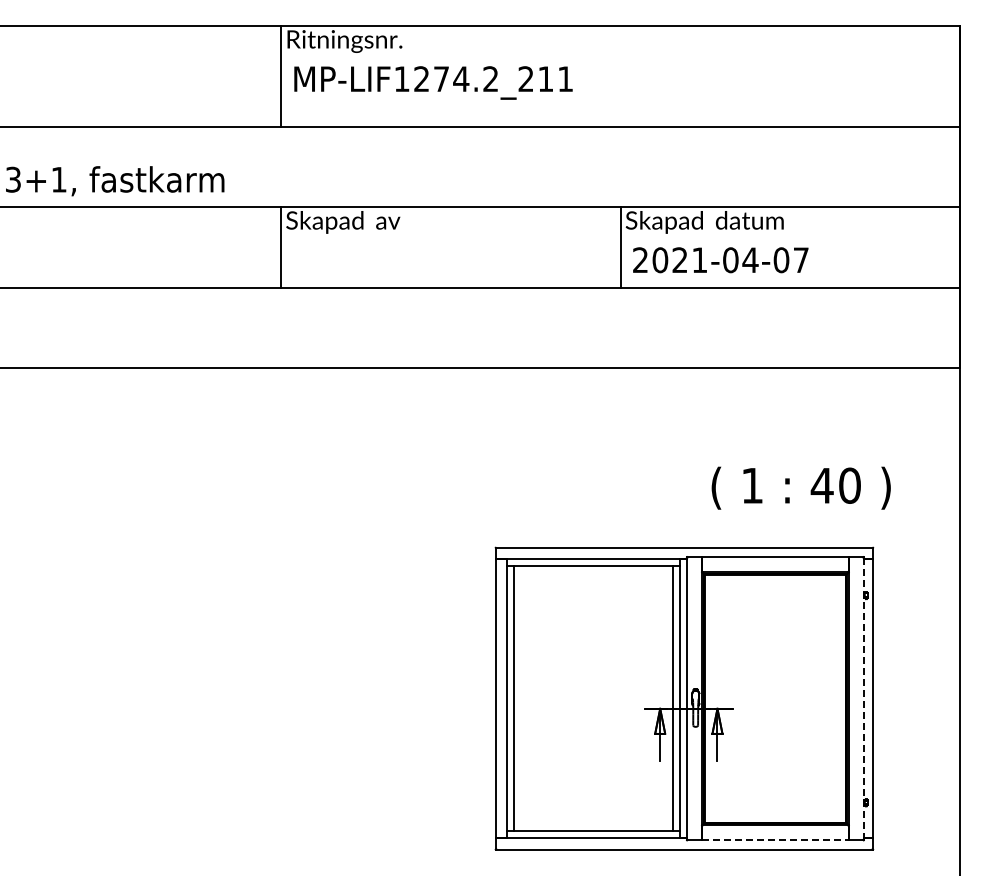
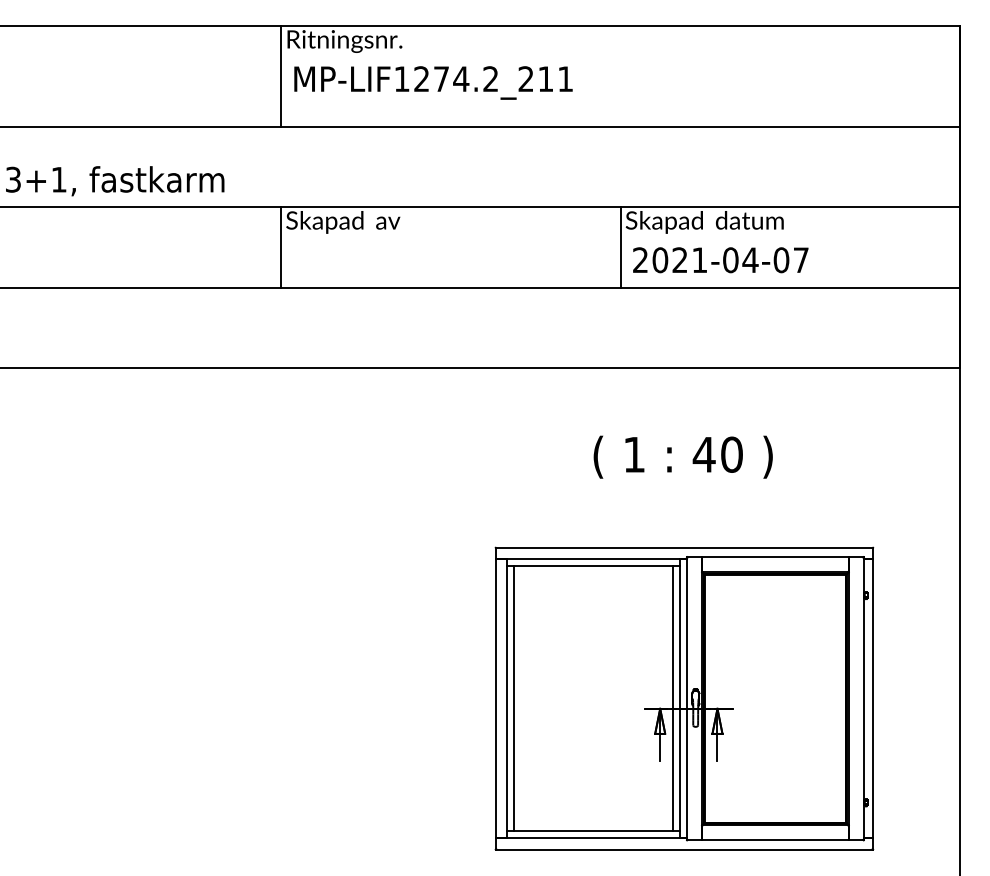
text at (800, 487) position: (800, 487) -> (682, 456)
line at (863, 698): dashed -> solid
line at (775, 840): dashed -> solid
